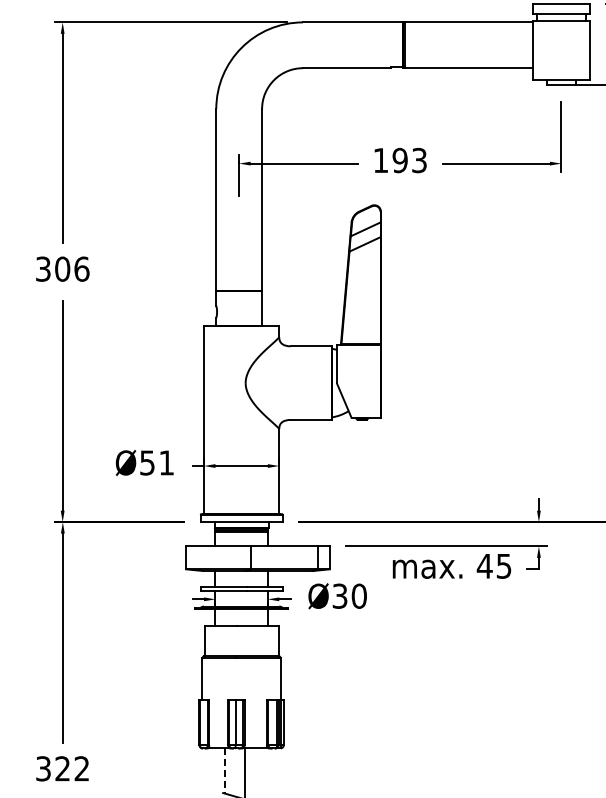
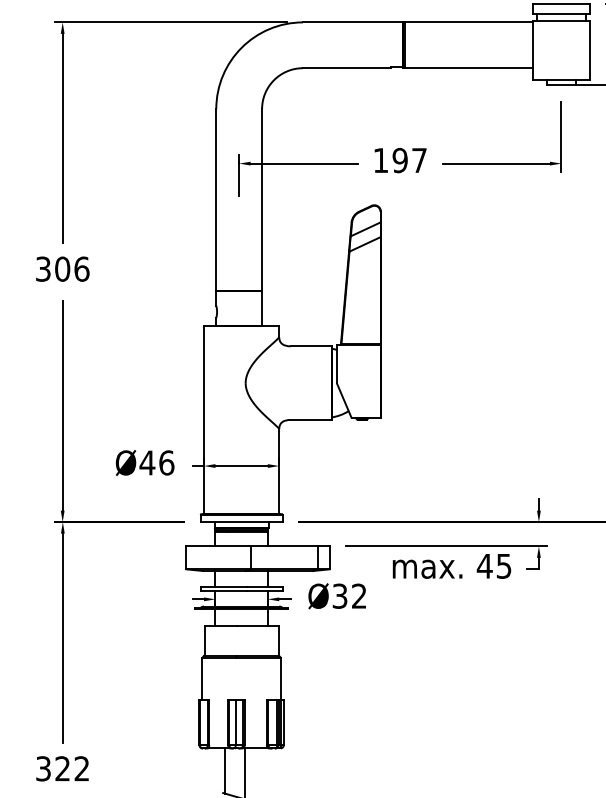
text at (419, 160): 193 -> 197
text at (156, 462): Ø51 -> Ø46
text at (358, 595): Ø30 -> Ø32
line at (225, 771): dashed -> solid
